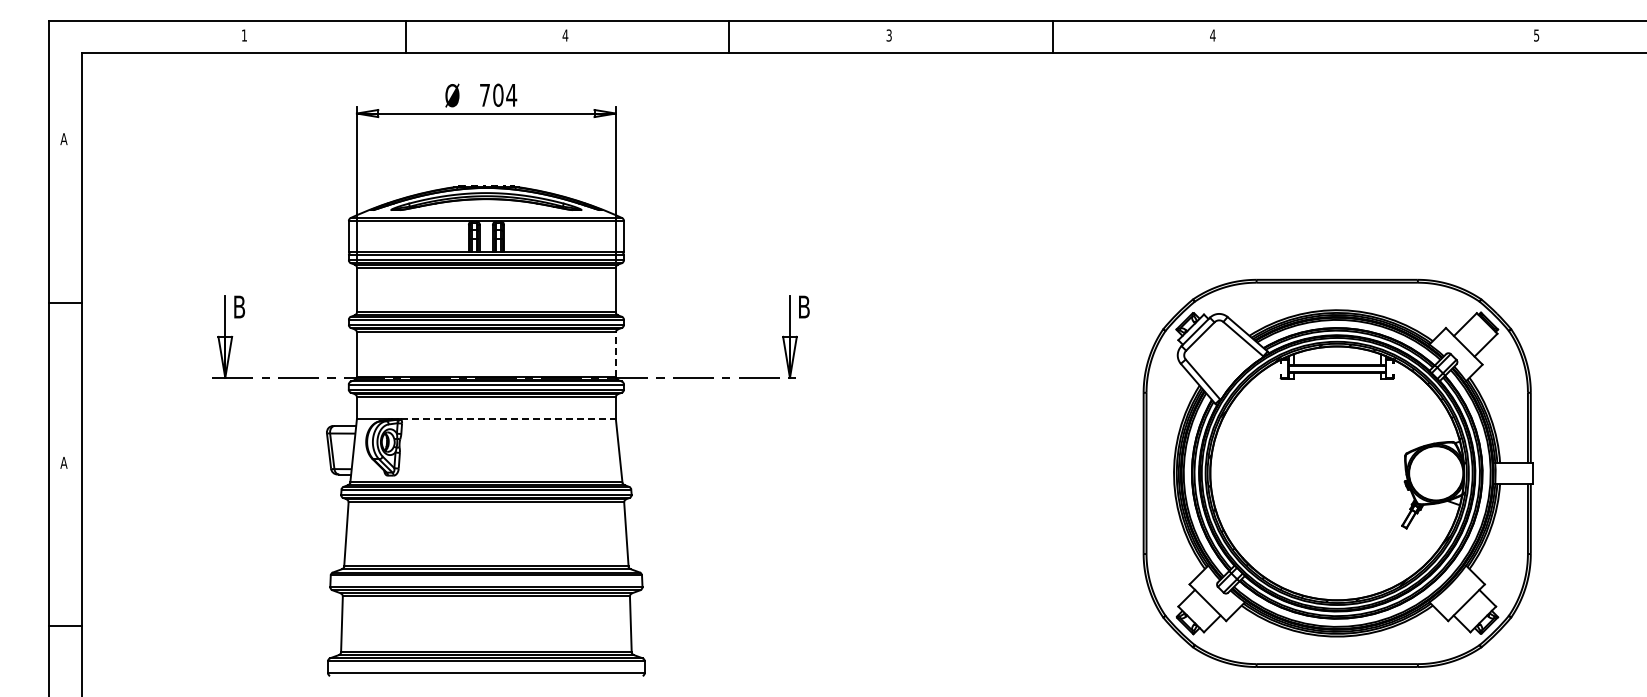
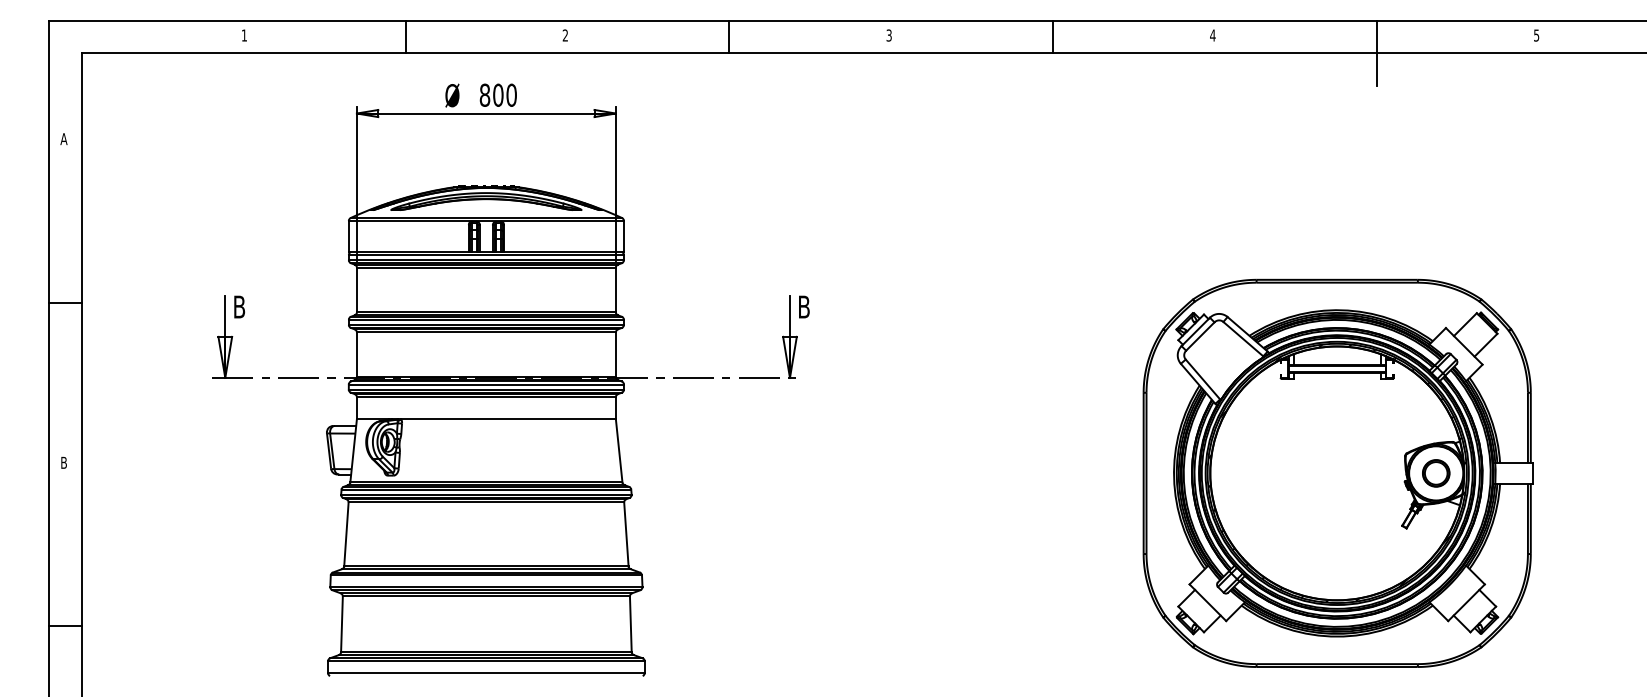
text at (565, 35): 4 -> 2
line at (1376, 52): none -> present
text at (498, 94): 704 -> 800
line at (615, 354): dashed -> solid
line at (509, 419): dashed -> solid
text at (63, 462): A -> B
part at (1436, 473): none -> present
